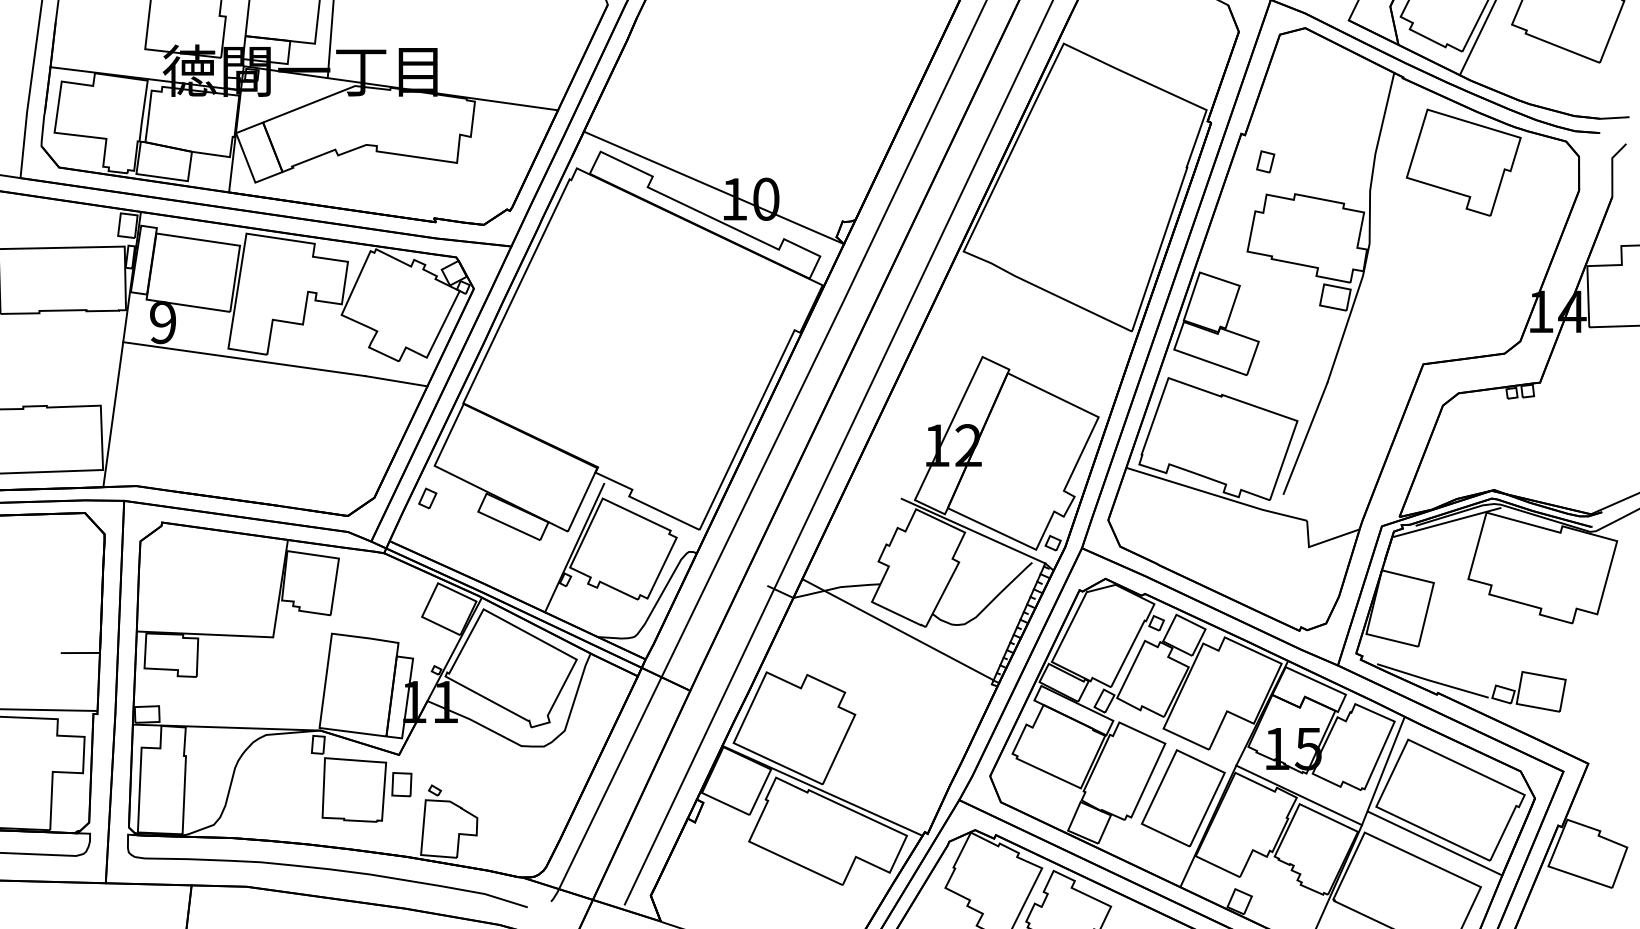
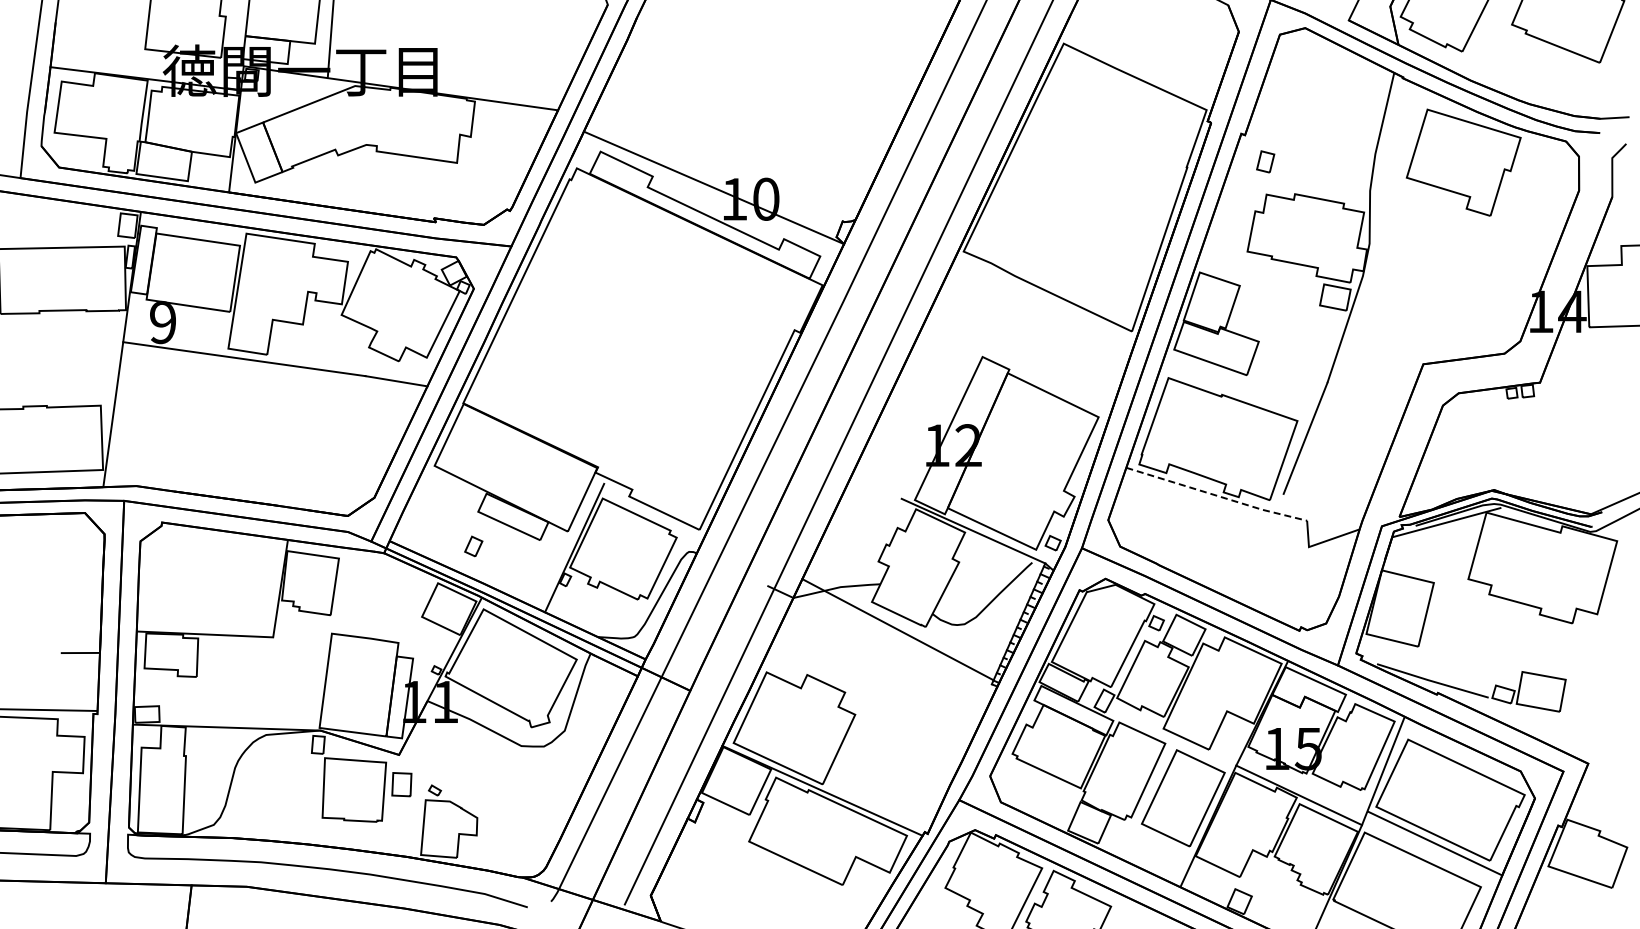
line at (1477, 38): present -> none
line at (1216, 495): solid -> dashed
part at (427, 498) position: (427, 498) -> (473, 546)
